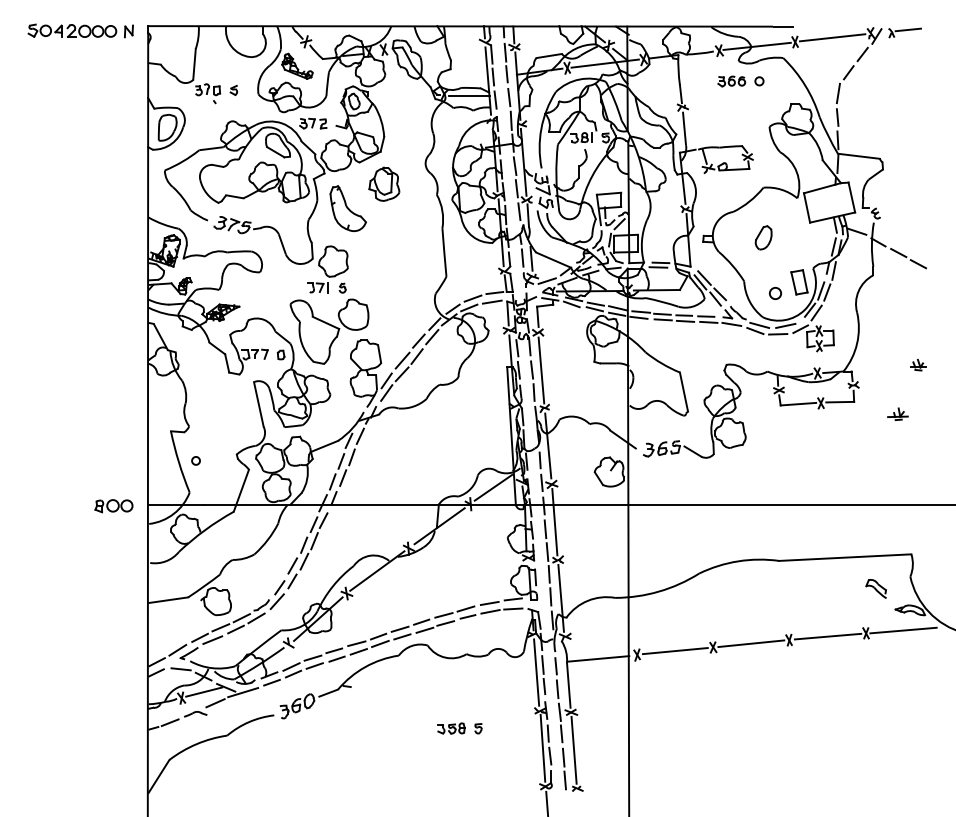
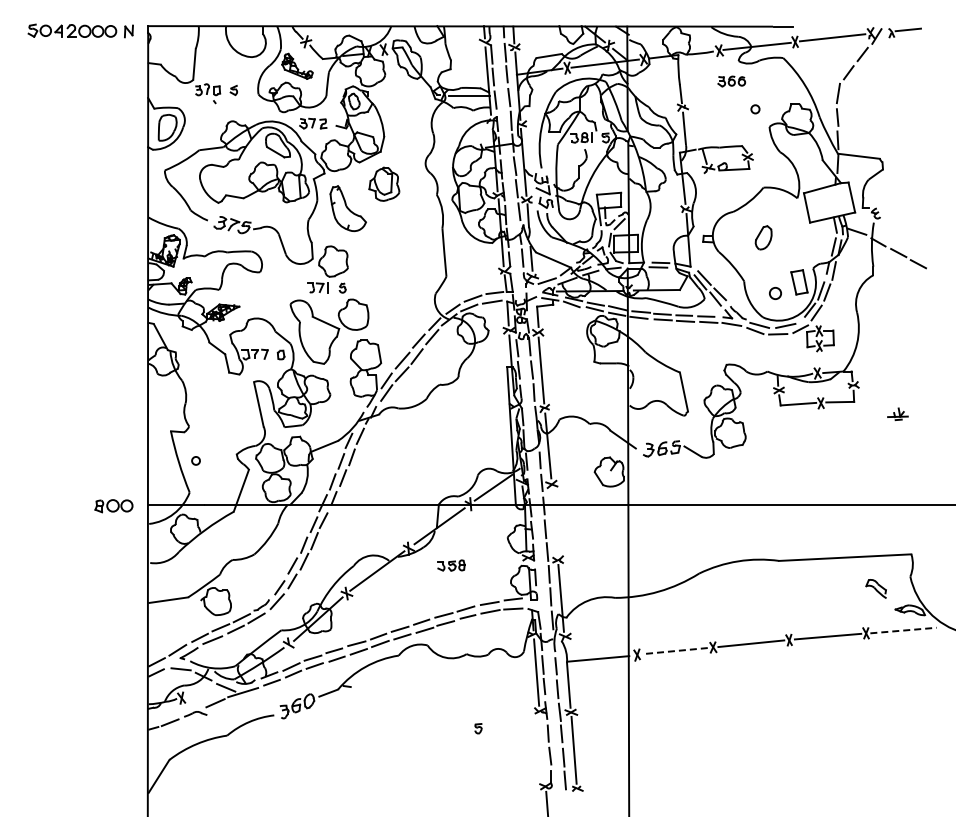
circle at (759, 81) position: (759, 81) -> (755, 109)
part at (918, 364): present -> none
line at (554, 522): present -> none
line at (904, 630): solid -> dashed
line at (675, 651): solid -> dashed
line at (204, 691): present -> none
part at (451, 728) position: (451, 728) -> (451, 565)
line at (542, 747): present -> none
